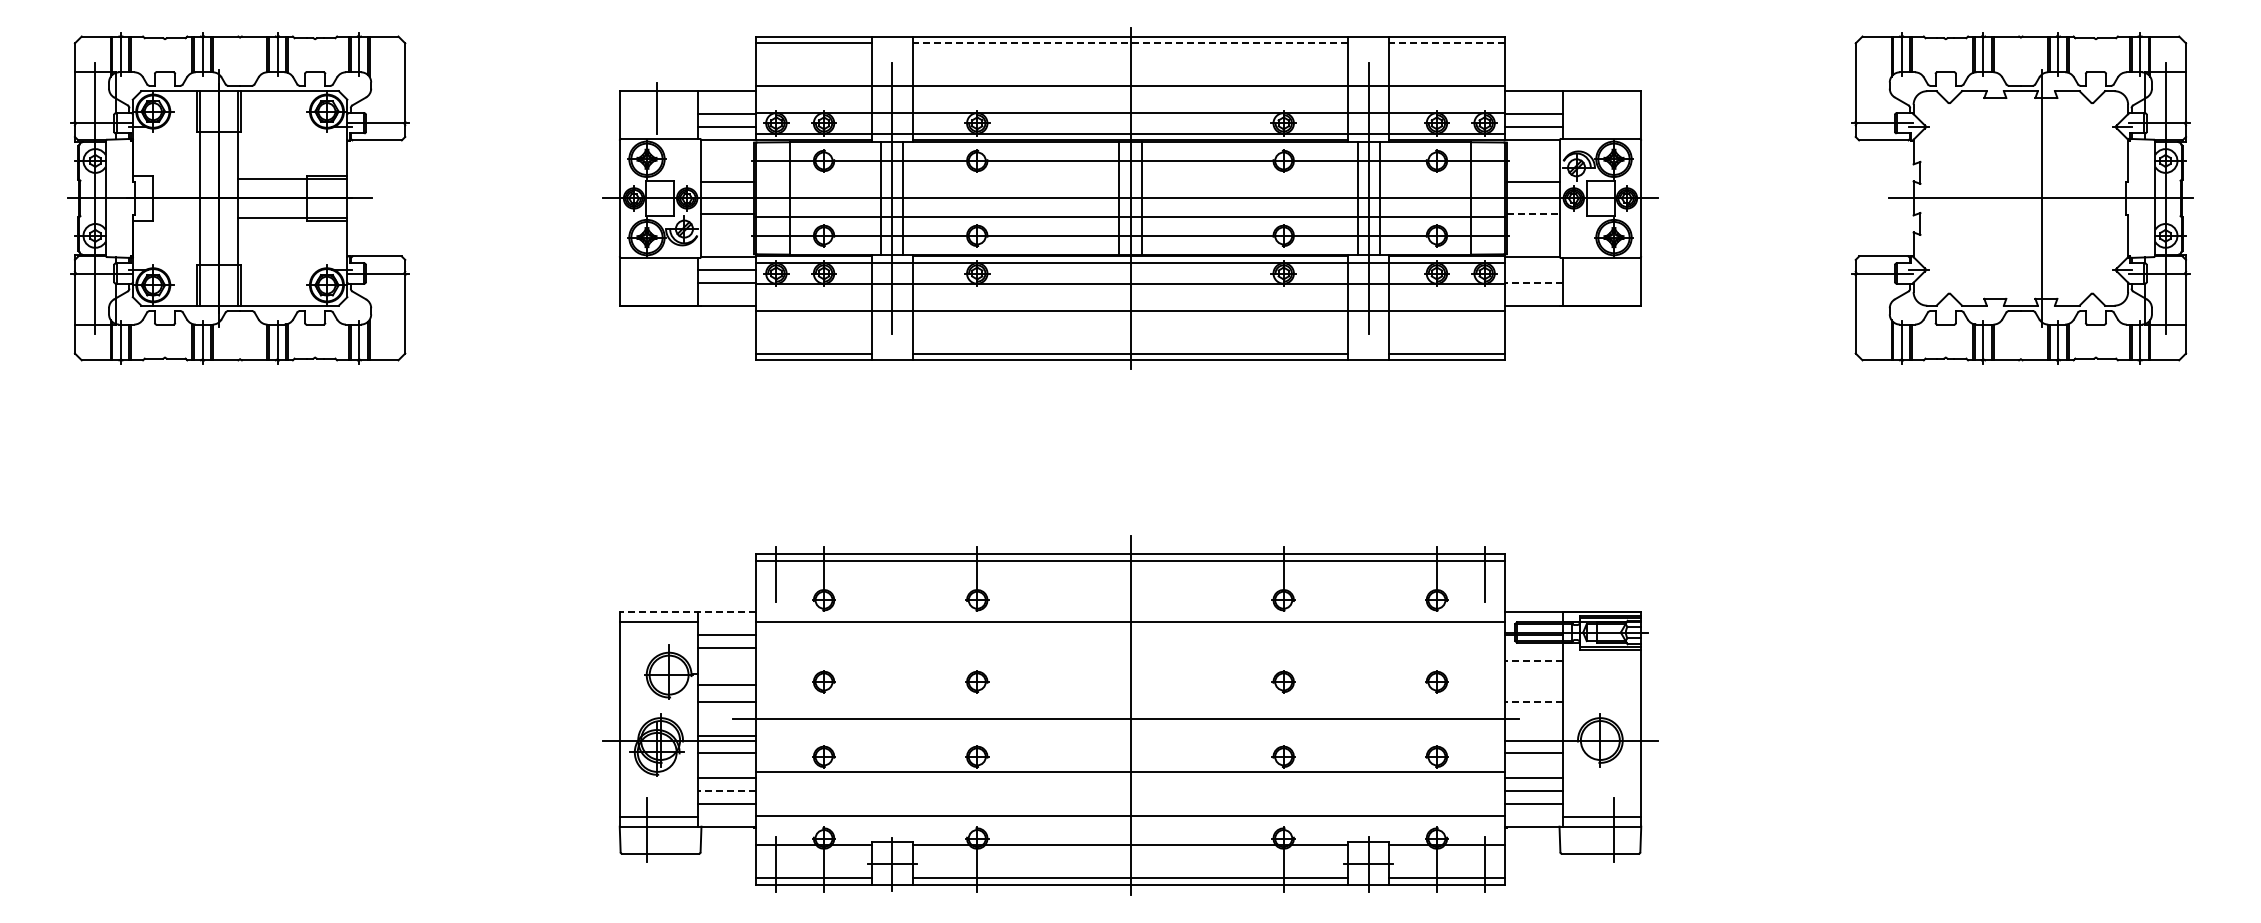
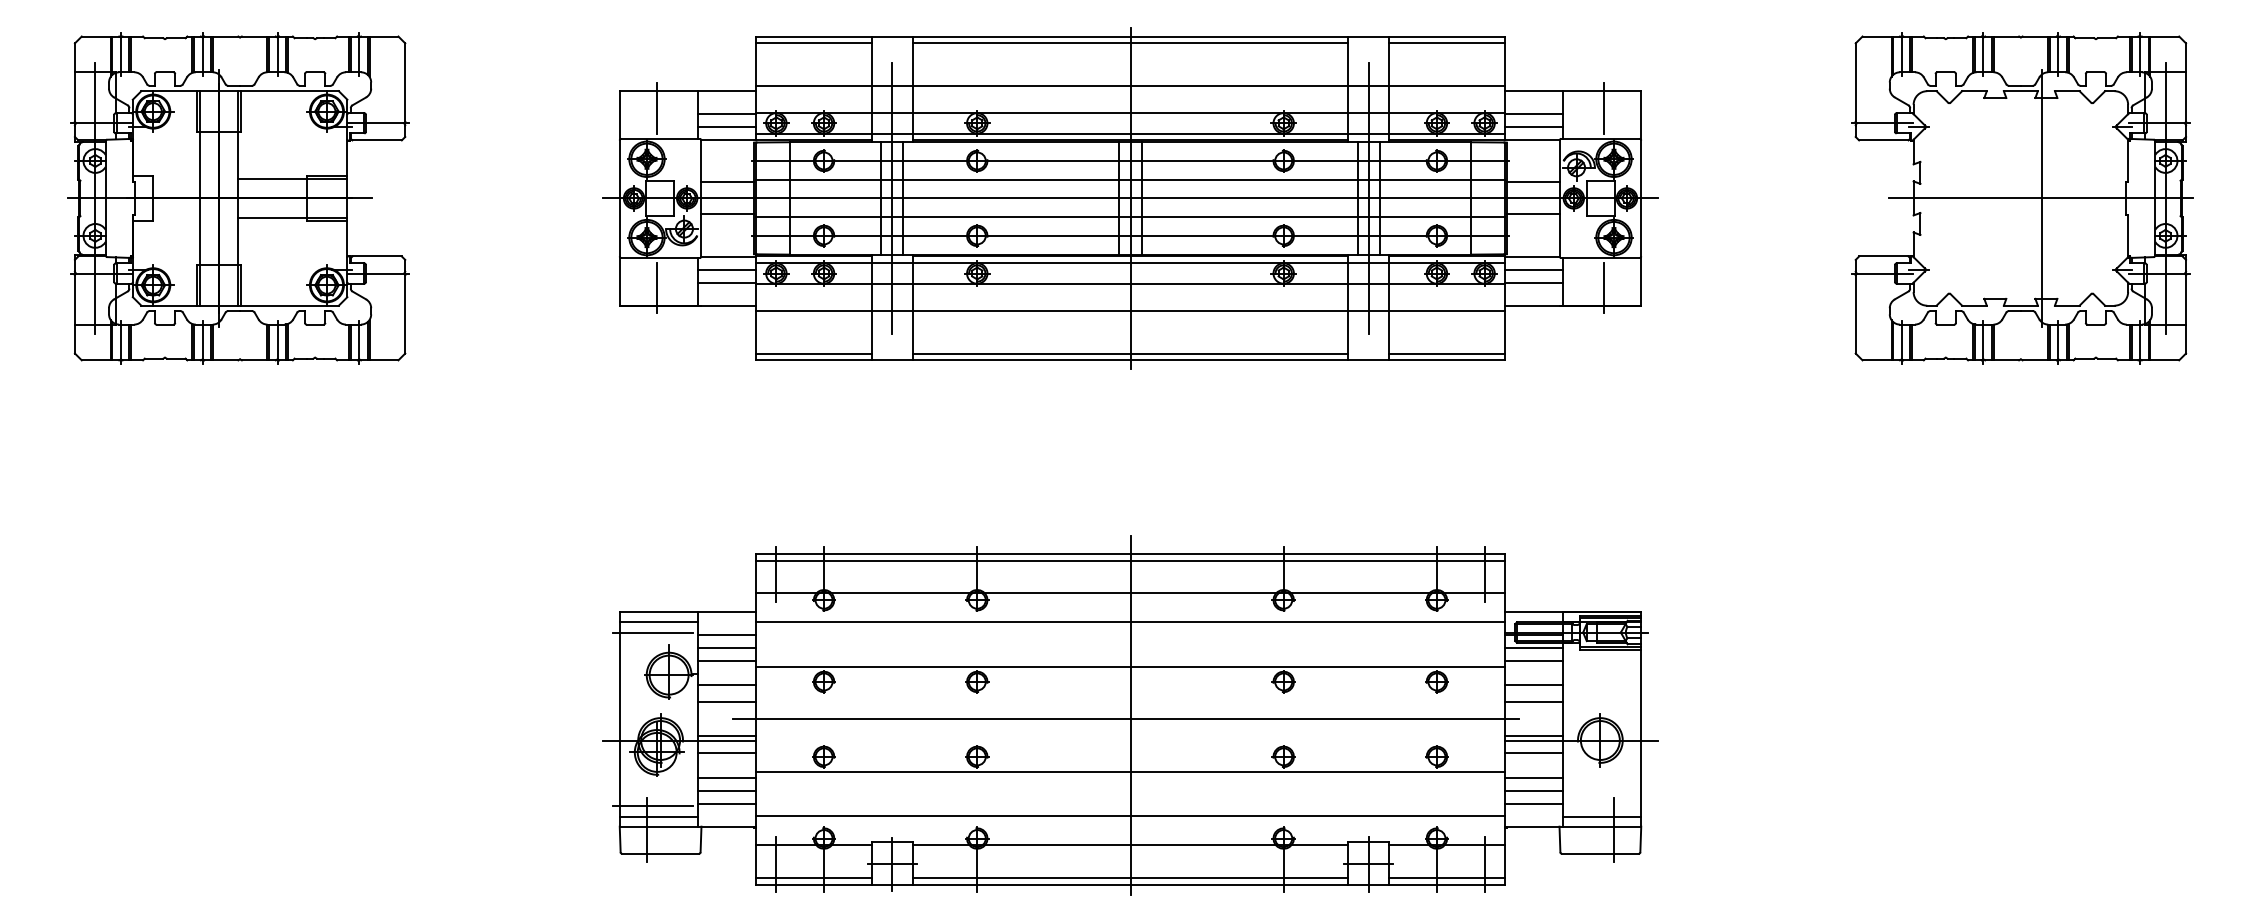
line at (1130, 43): dashed -> solid
line at (1447, 43): dashed -> solid
line at (1603, 107): none -> present
line at (1130, 179): none -> present
line at (1533, 214): dashed -> solid
line at (1533, 269): none -> present
line at (1533, 282): dashed -> solid
line at (657, 287): none -> present
line at (1603, 287): none -> present
line at (1130, 593): none -> present
line at (687, 612): dashed -> solid
line at (652, 632): none -> present
line at (1533, 647): none -> present
line at (726, 660): none -> present
line at (1533, 660): dashed -> solid
line at (1130, 666): none -> present
line at (1533, 685): none -> present
line at (1533, 702): dashed -> solid
line at (1533, 736): none -> present
line at (727, 790): dashed -> solid
line at (652, 806): none -> present
